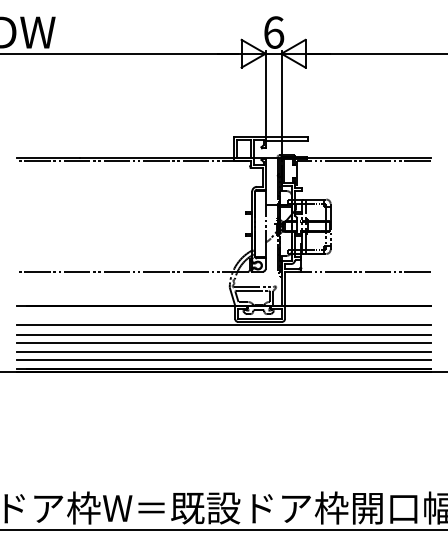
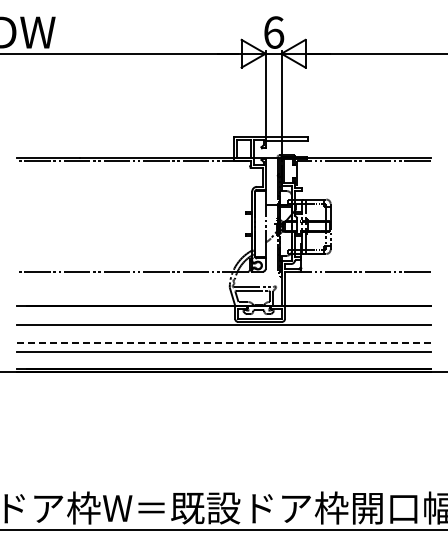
line at (223, 334): present -> none
line at (223, 342): solid -> dashed
line at (223, 359): present -> none
